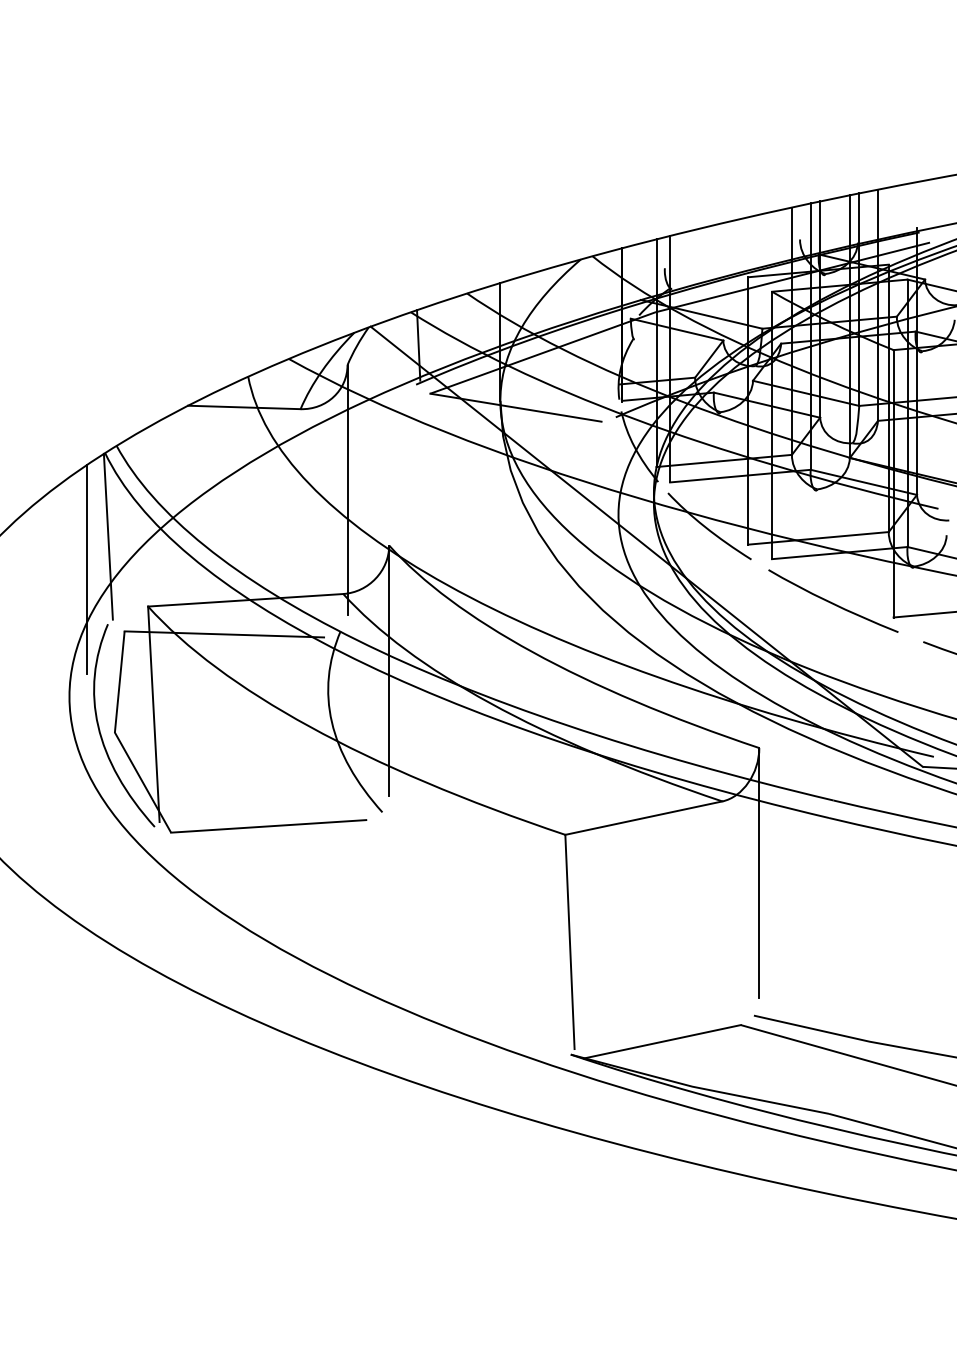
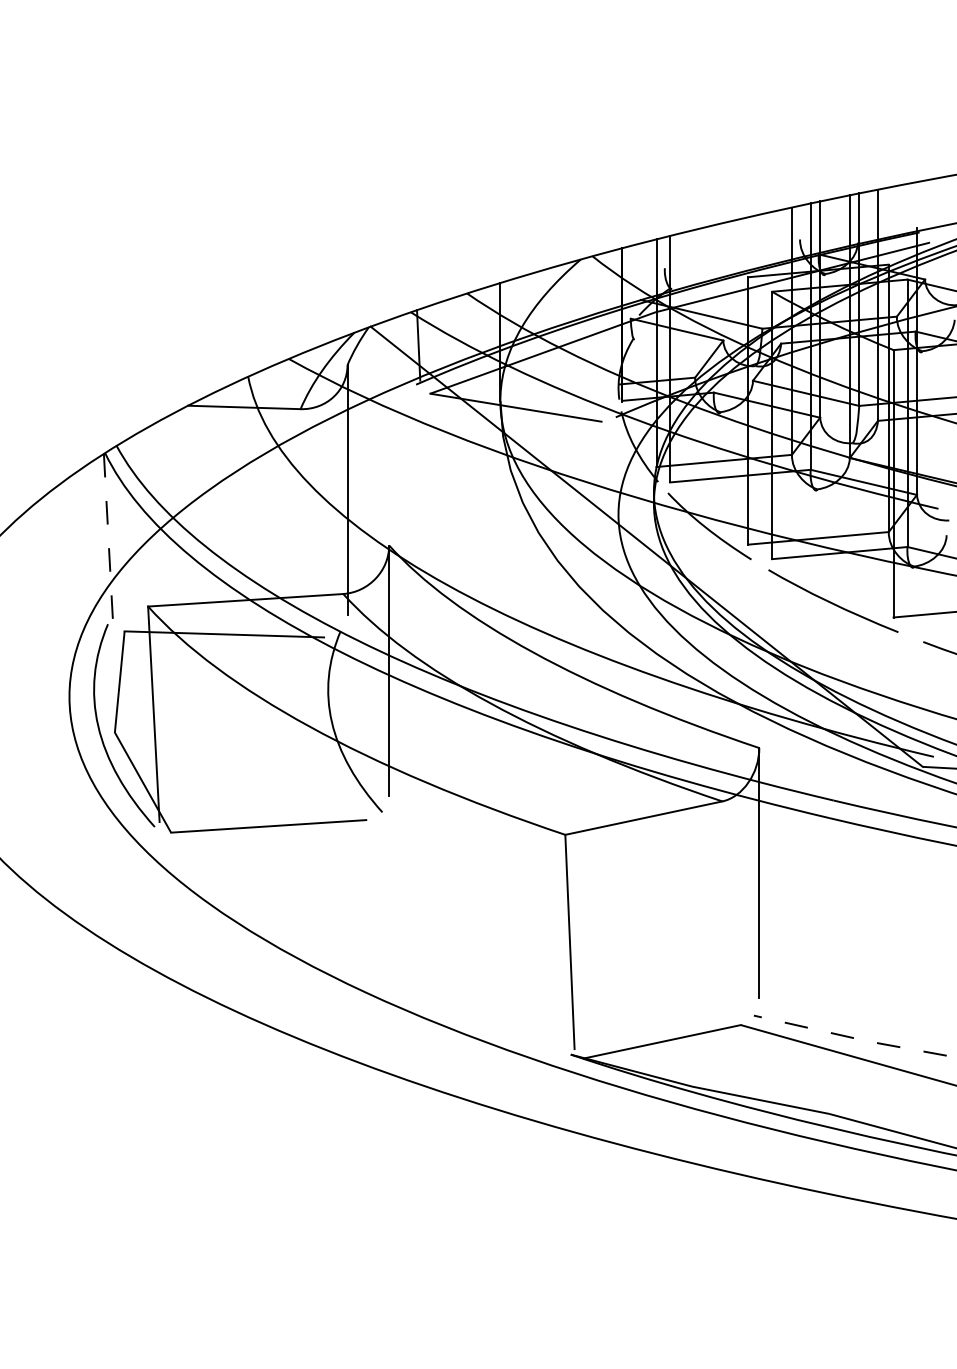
line at (108, 537): solid -> dashed
line at (87, 569): present -> none
line at (855, 1038): solid -> dashed
